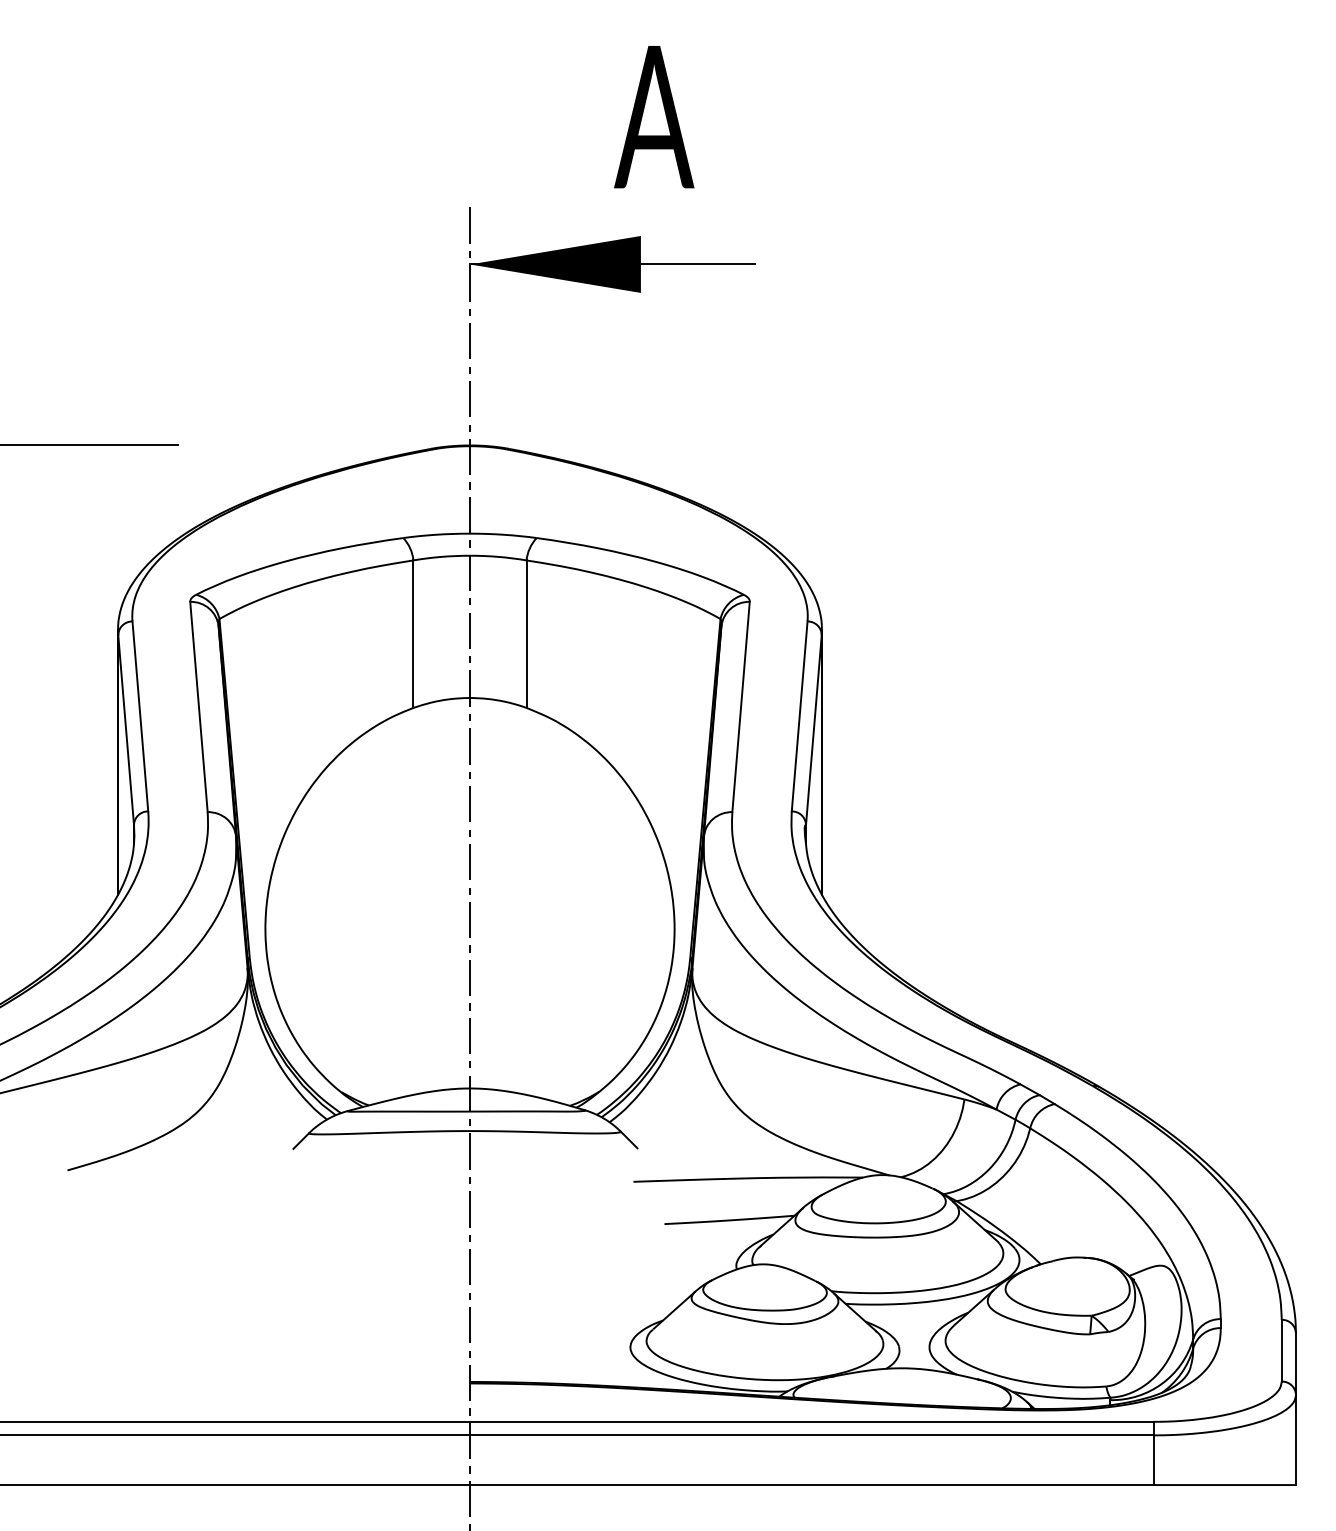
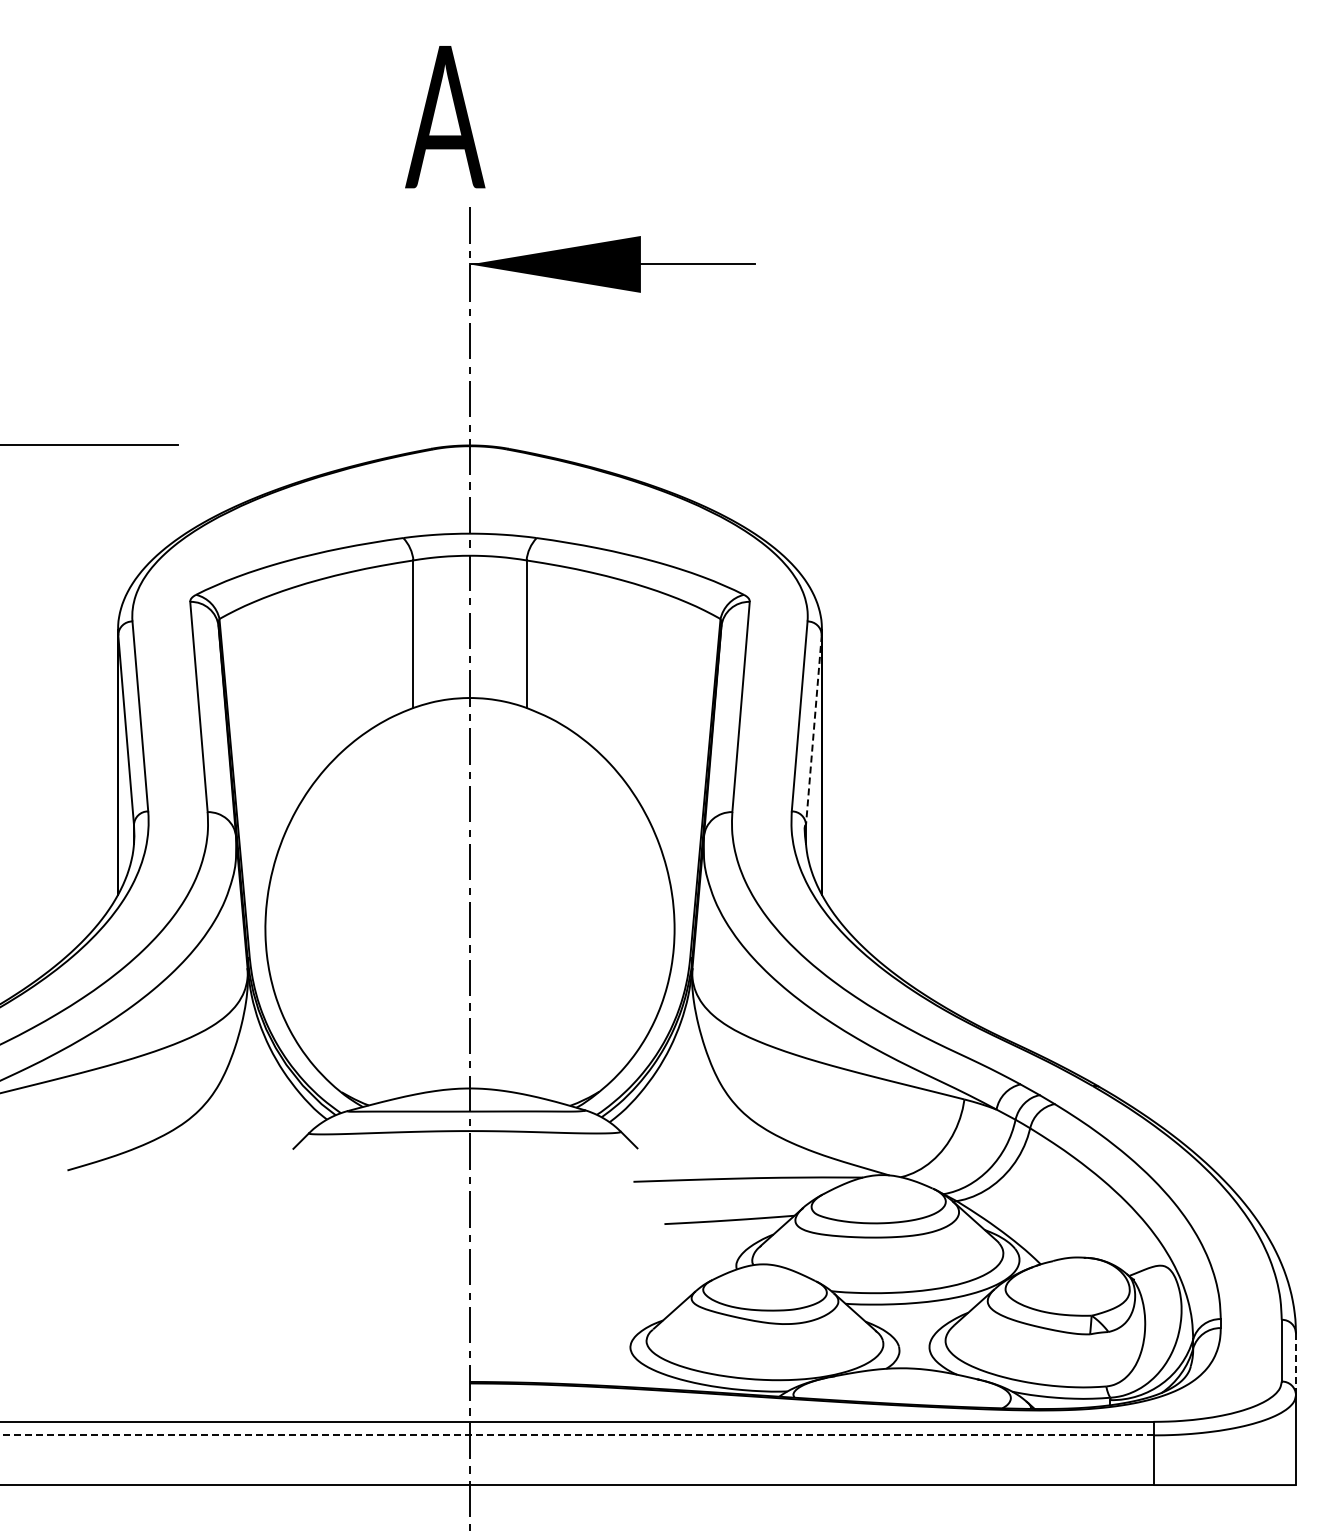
text at (654, 117) position: (654, 117) -> (445, 117)
line at (813, 730): solid -> dashed
line at (1295, 1364): solid -> dashed
line at (576, 1435): solid -> dashed
